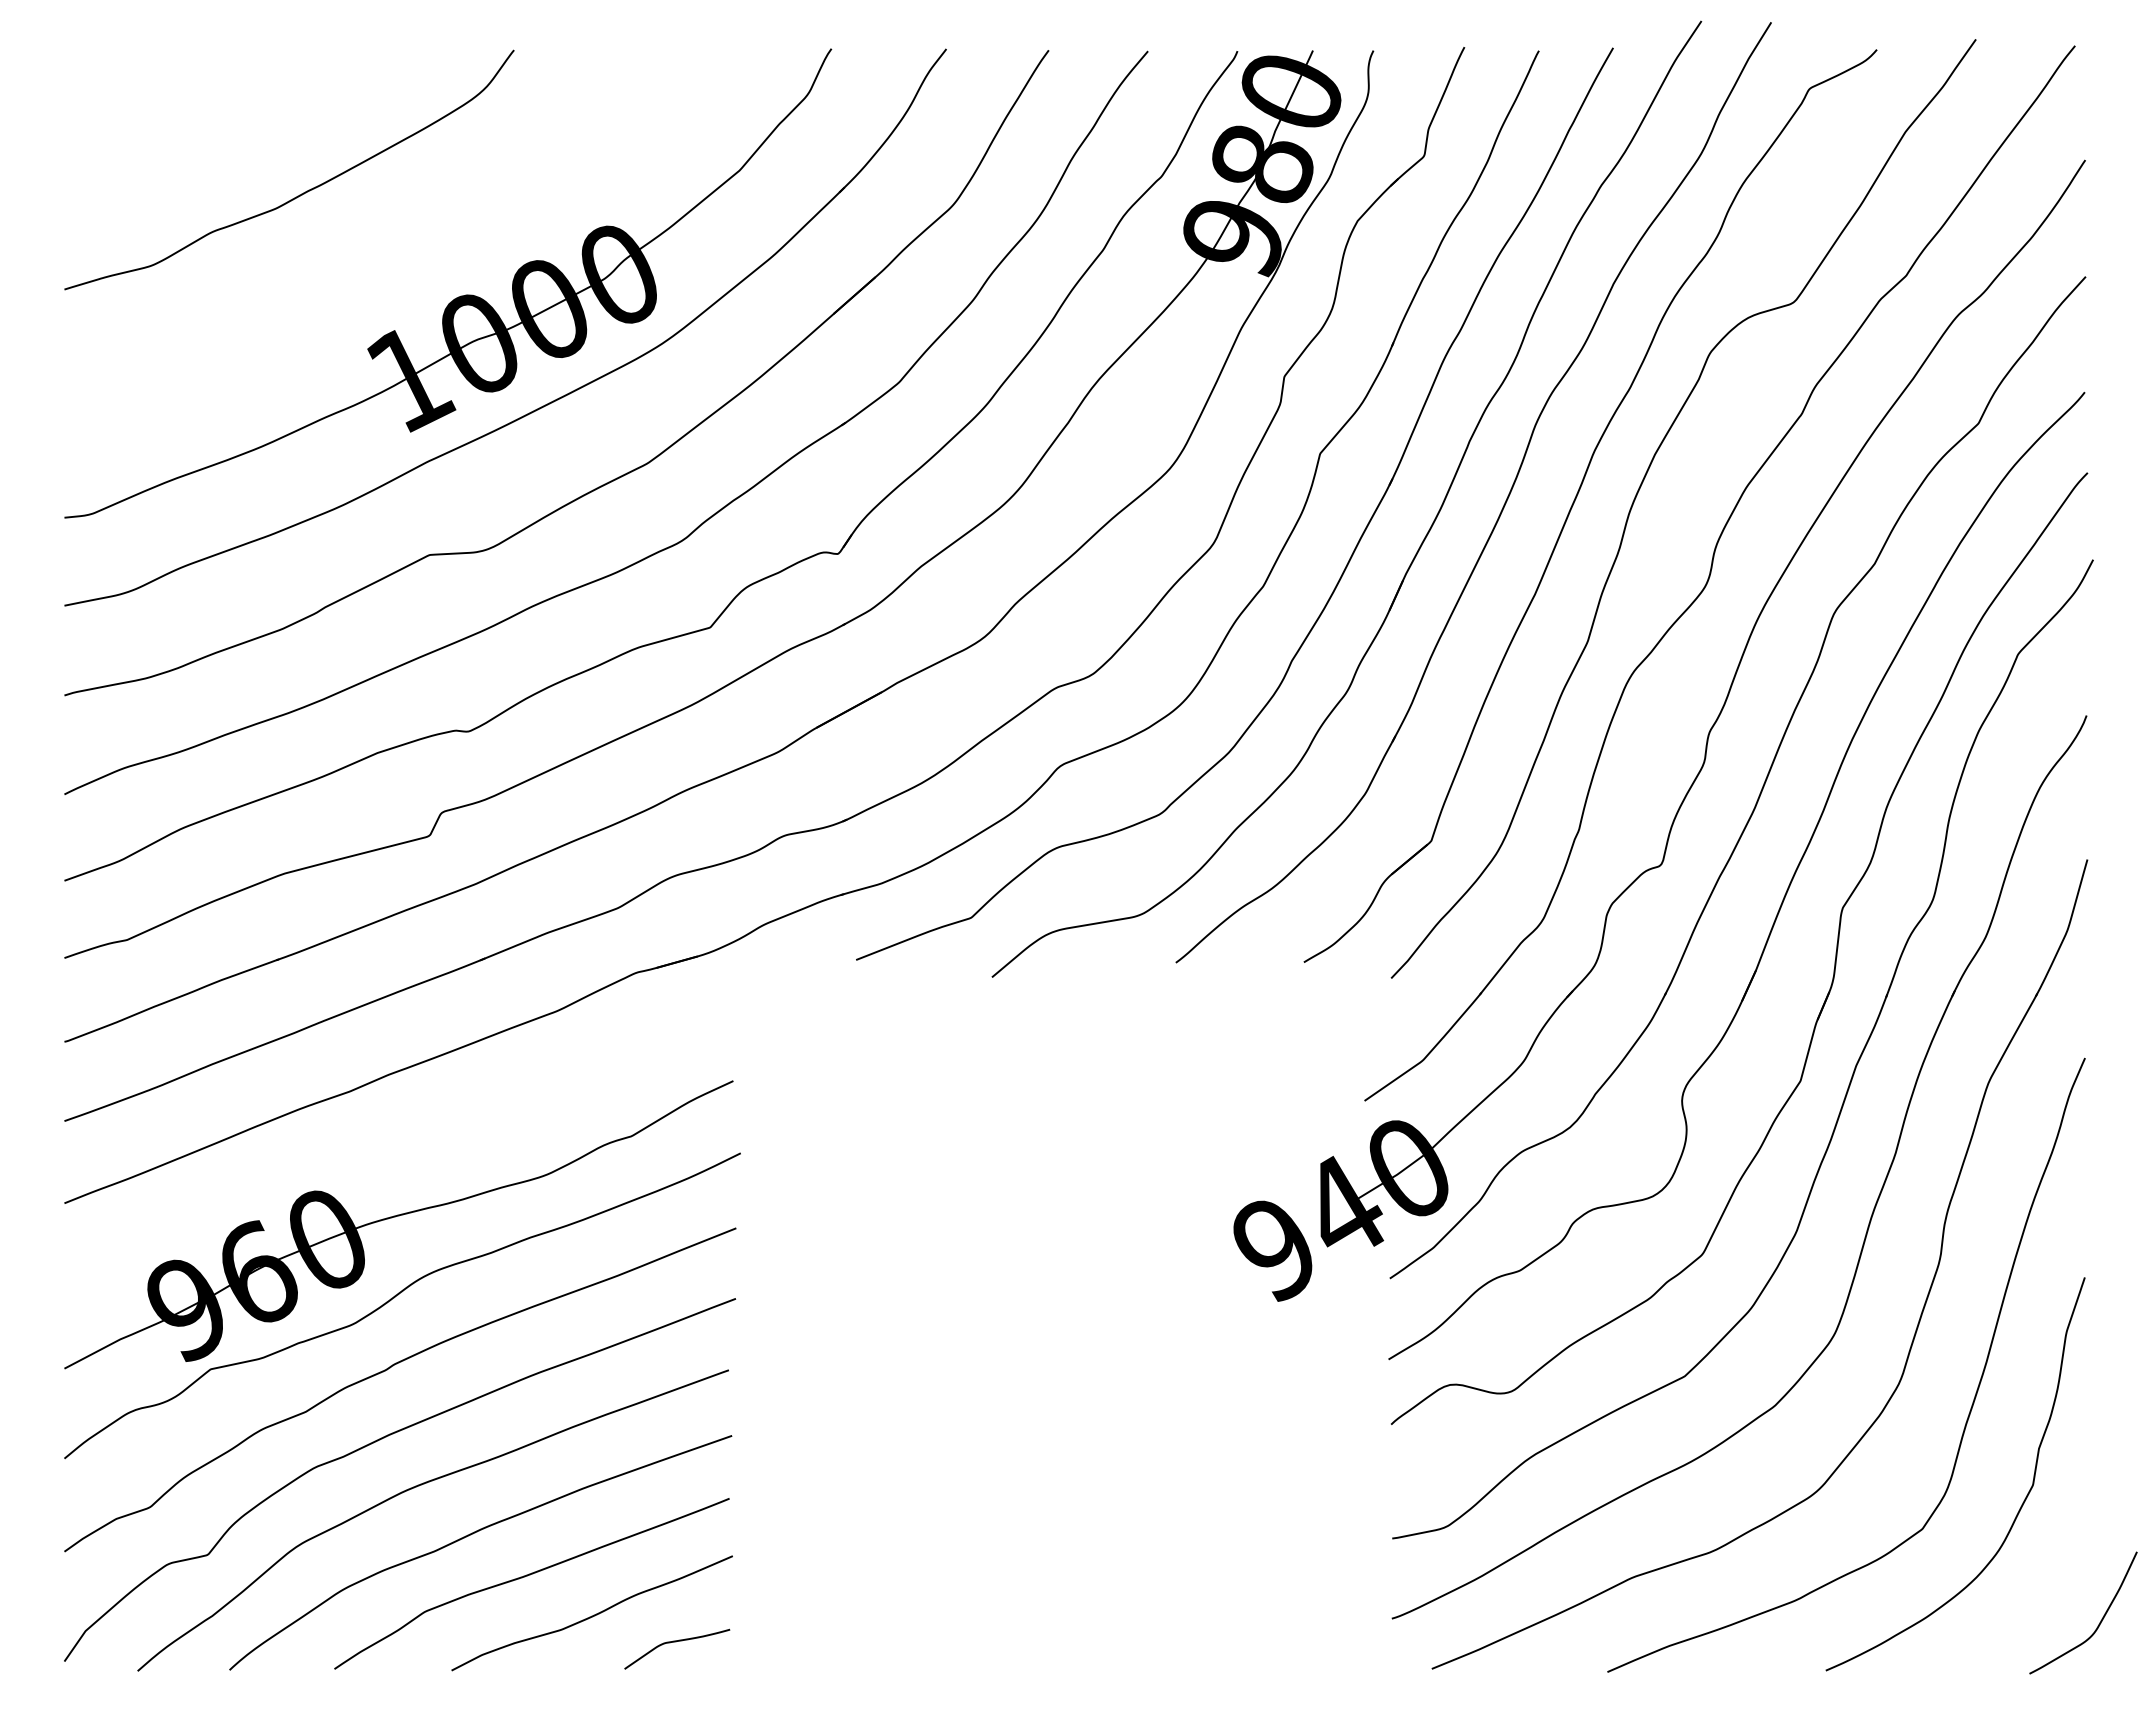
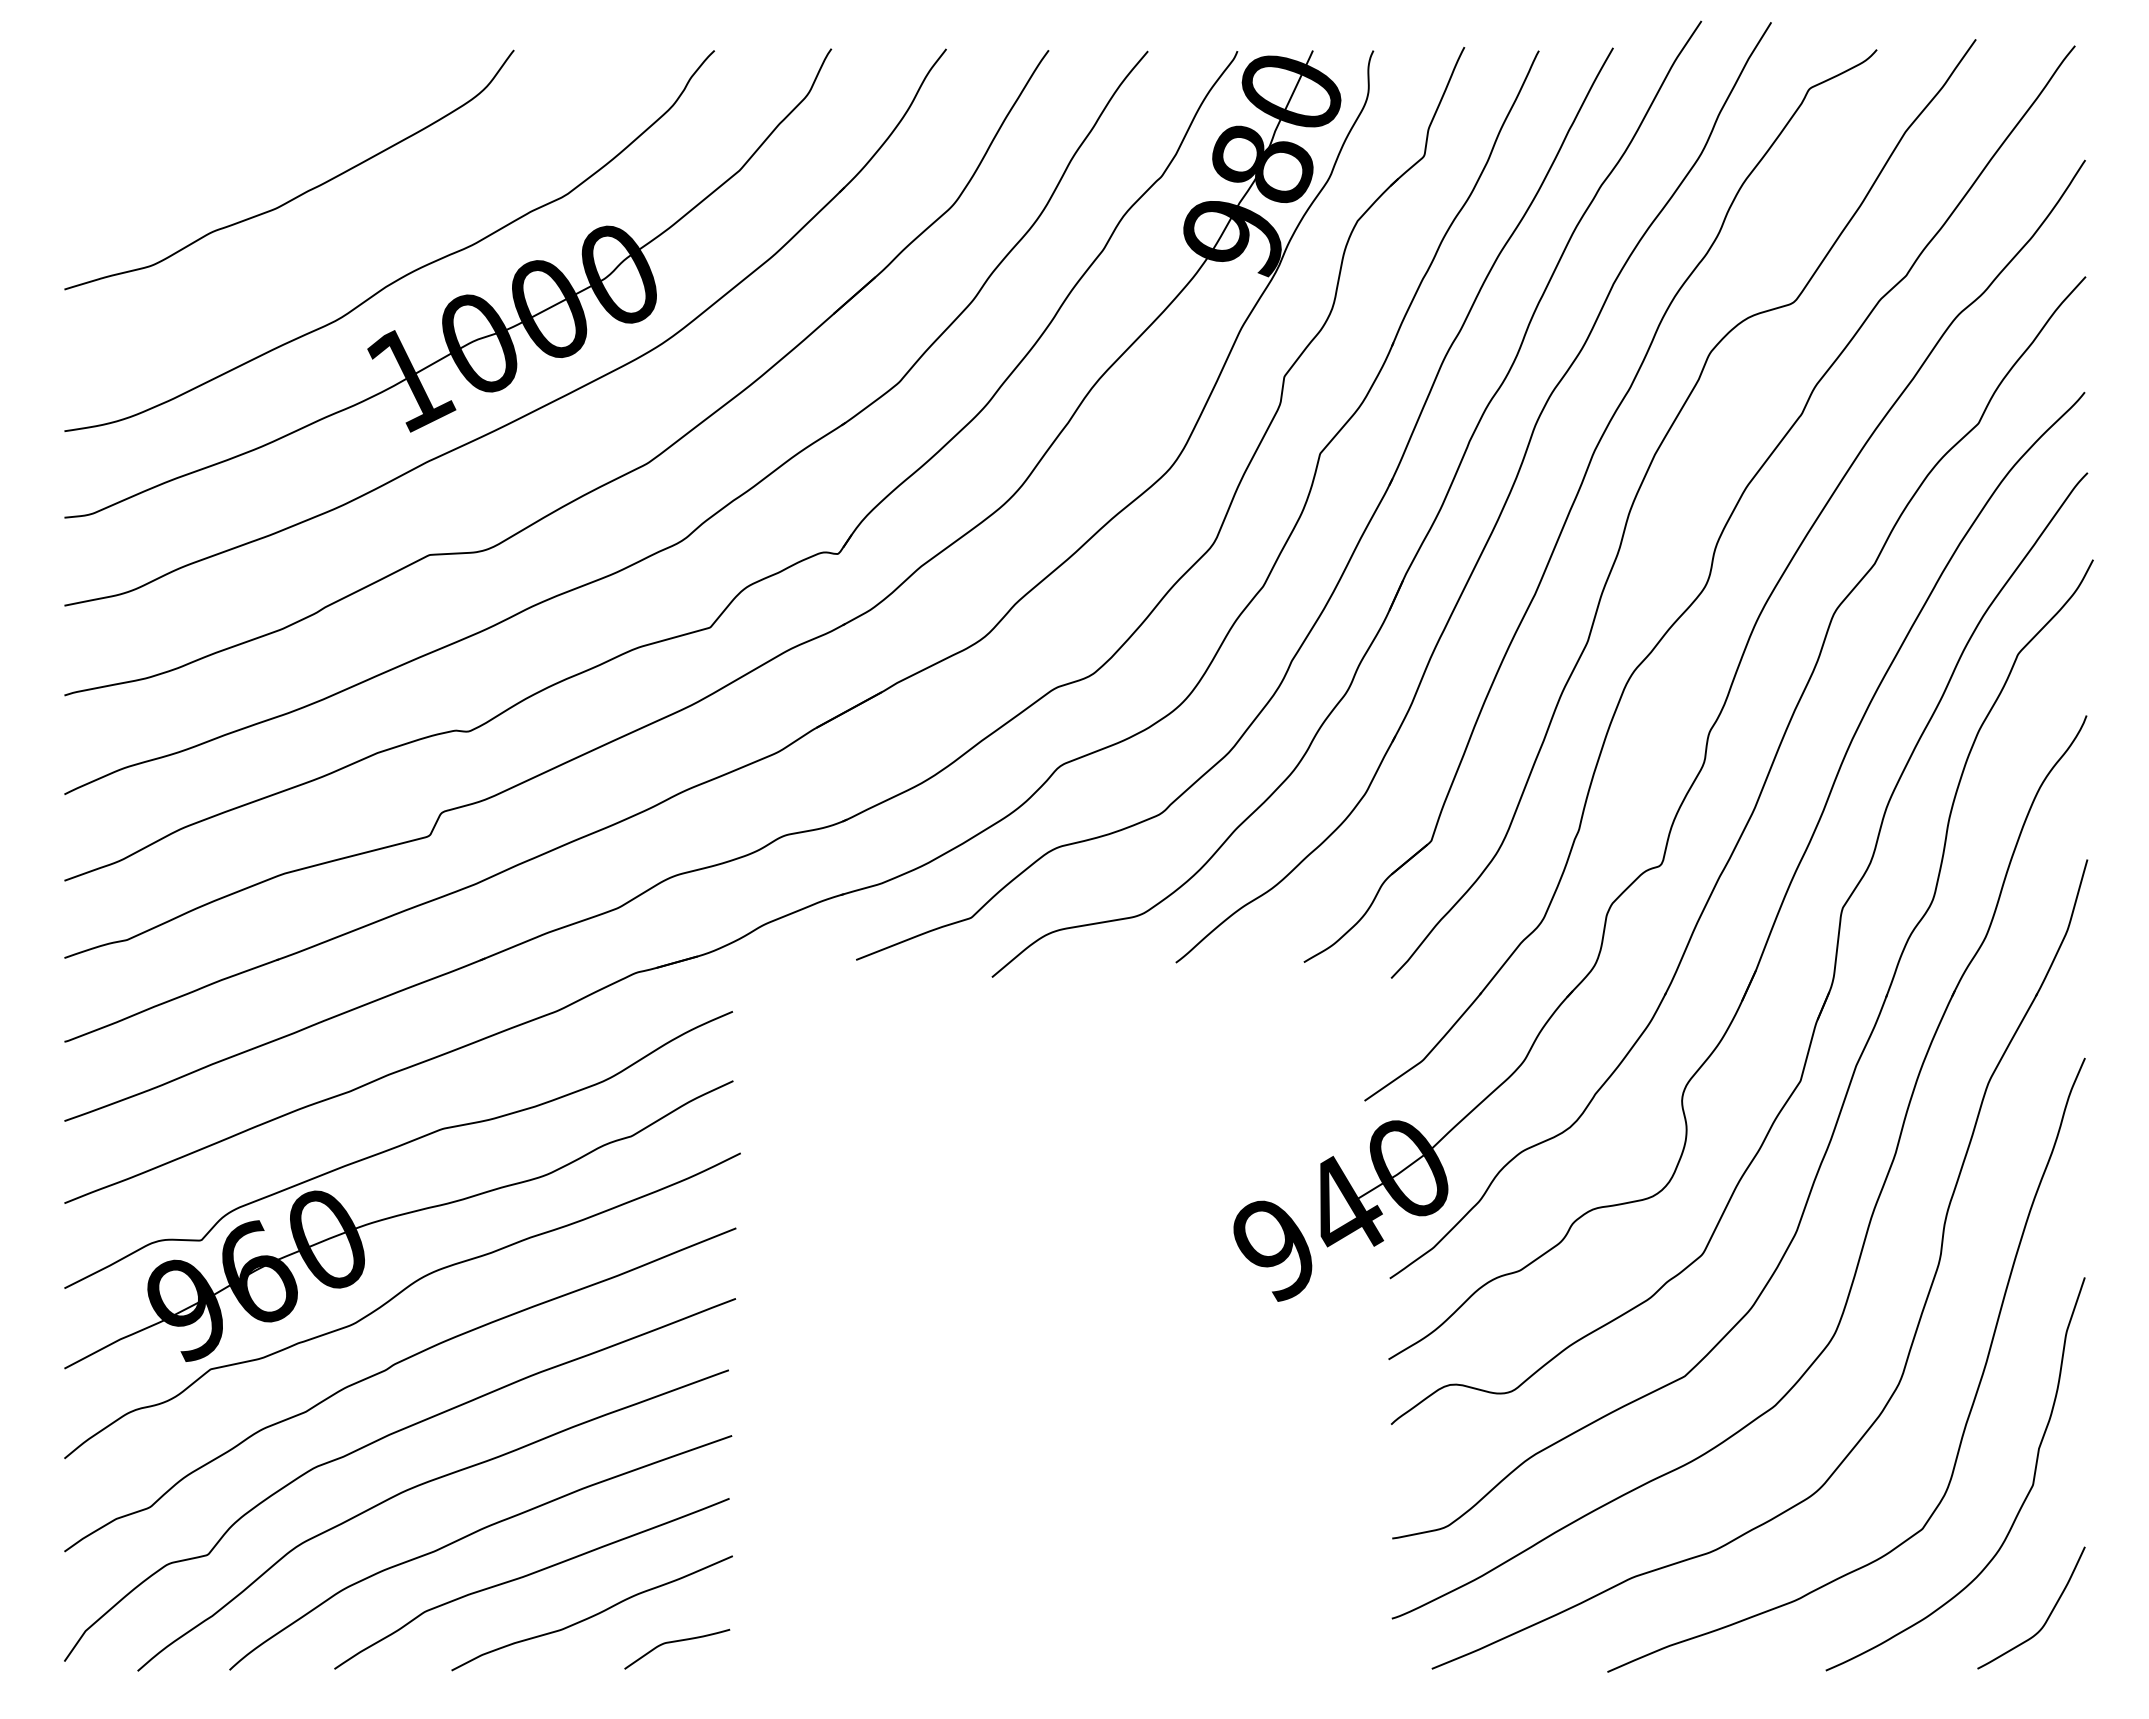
curve at (405, 274): none -> present
curve at (398, 1147): none -> present
curve at (2100, 1620) position: (2100, 1620) -> (2048, 1615)
